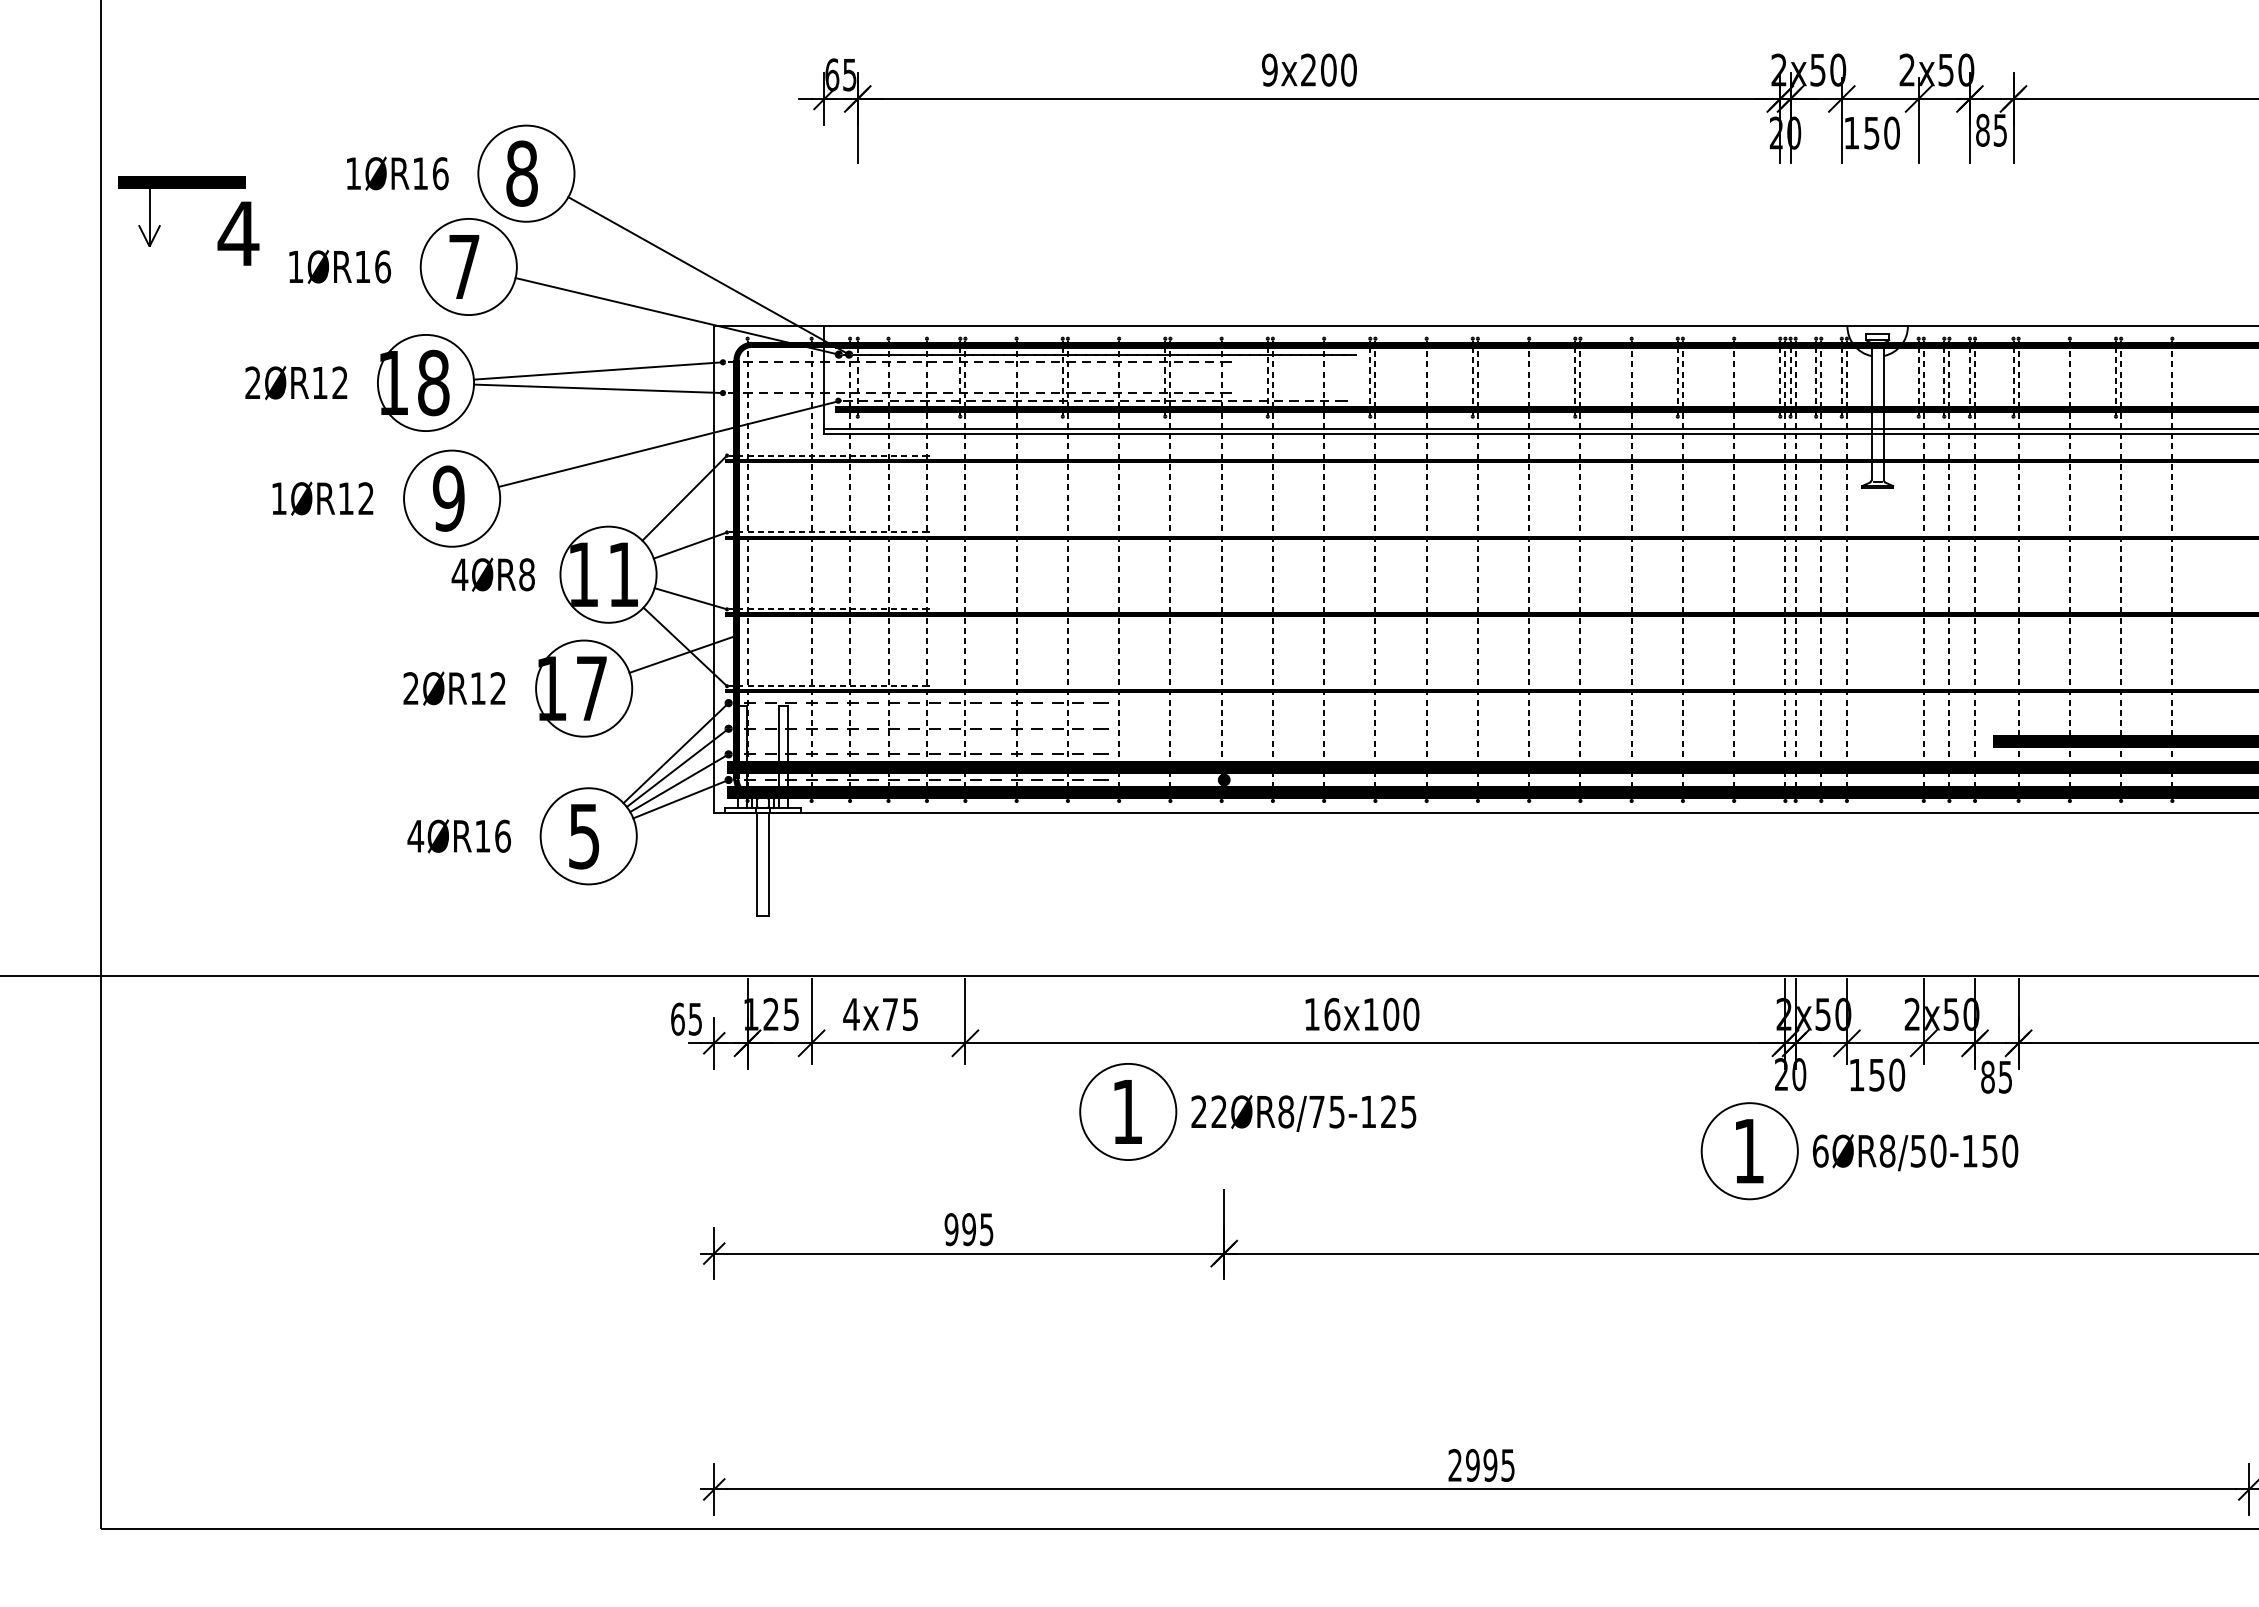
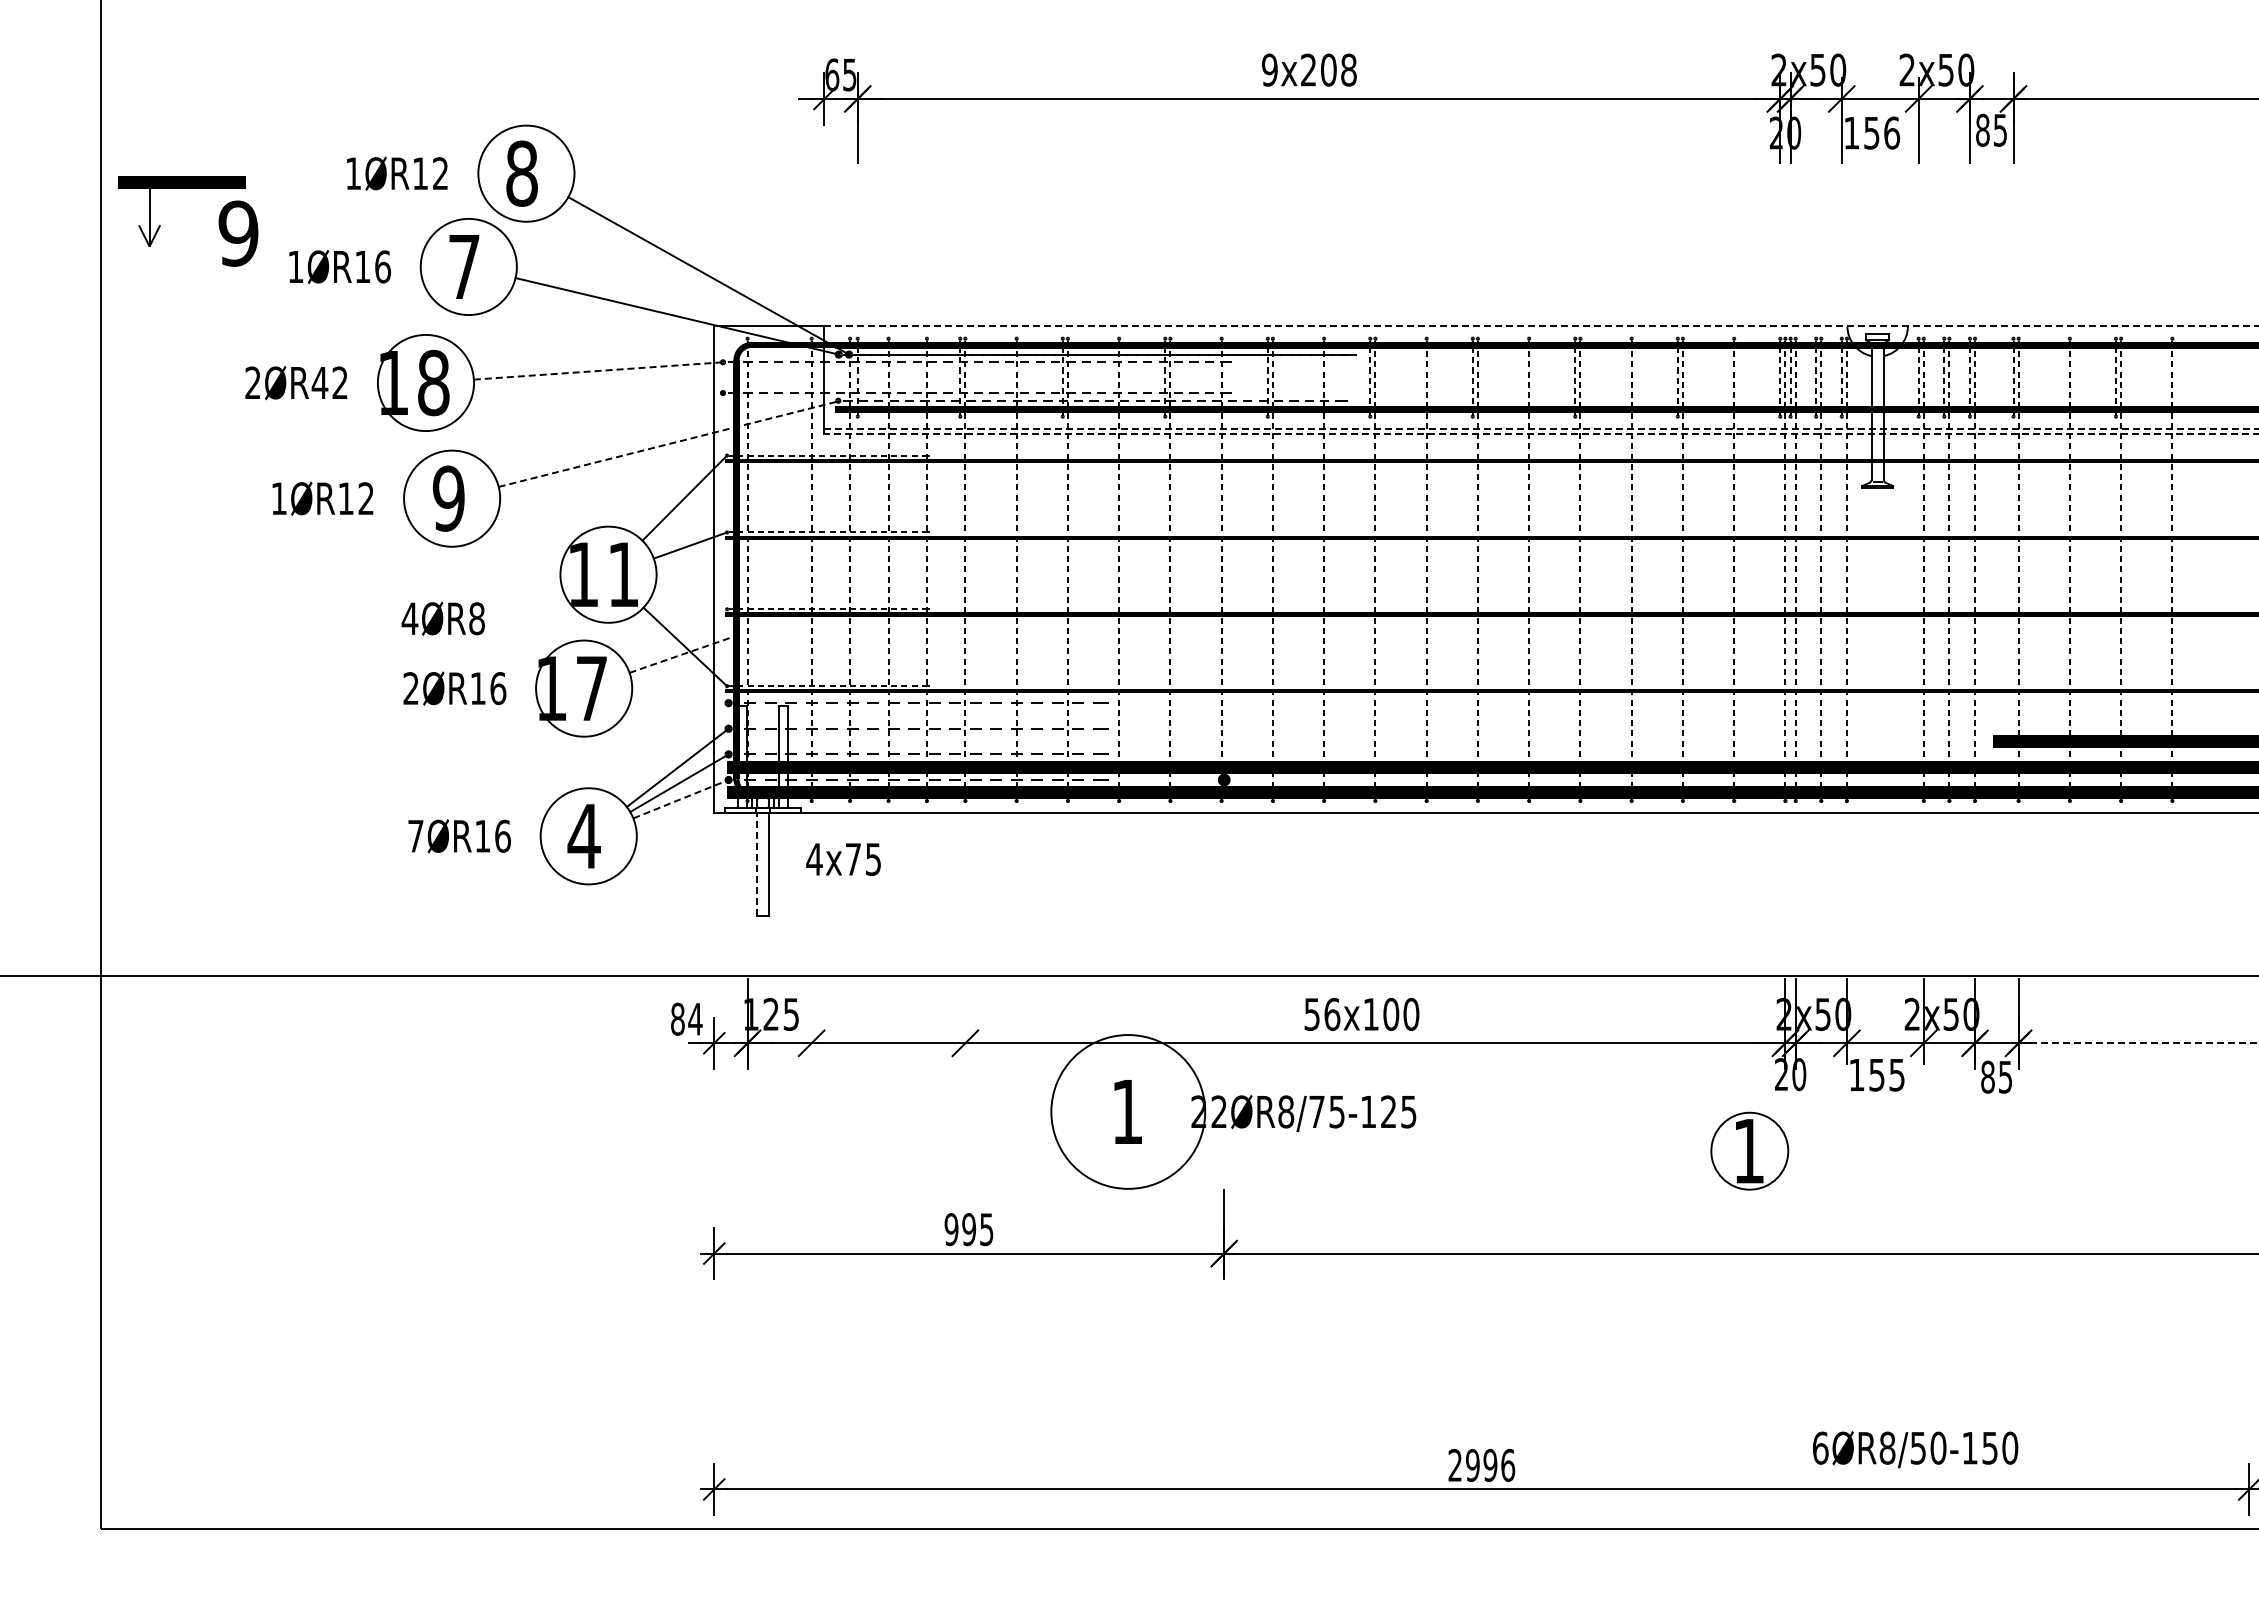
text at (1348, 70): 9x200 -> 9x208
text at (1892, 132): 150 -> 156
text at (440, 173): 1ØR16 -> 1ØR12
text at (238, 233): 4 -> 9
line at (1542, 326): solid -> dashed
line at (598, 370): solid -> dashed
text at (319, 382): 2ØR12 -> 2ØR42
line at (598, 388): present -> none
line at (1542, 428): solid -> dashed
line at (1541, 434): solid -> dashed
line at (670, 443): solid -> dashed
text at (492, 574) position: (492, 574) -> (442, 618)
line at (690, 598): present -> none
line at (683, 654): solid -> dashed
text at (498, 688): 2ØR12 -> 2ØR16
line at (675, 753): present -> none
line at (681, 799): solid -> dashed
text at (415, 836): 4ØR16 -> 7ØR16
text at (583, 836): 5 -> 4
line at (756, 864): solid -> dashed
text at (880, 1014) position: (880, 1014) -> (843, 859)
text at (1311, 1014): 16x100 -> 56x100
text at (686, 1018): 65 -> 84
line at (811, 1021): present -> none
line at (965, 1021): present -> none
line at (2138, 1043): solid -> dashed
text at (1897, 1074): 150 -> 155
circle at (1128, 1111) diameter: 96 px -> 154 px
circle at (1749, 1151) diameter: 96 px -> 77 px
text at (1915, 1152) position: (1915, 1152) -> (1915, 1449)
text at (1508, 1464): 2995 -> 2996
